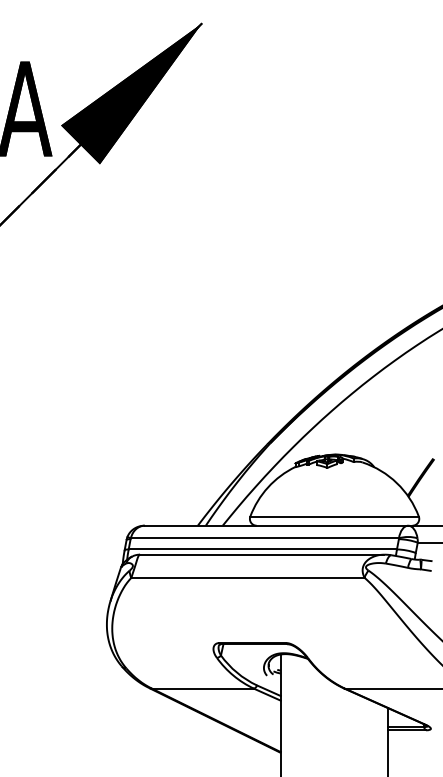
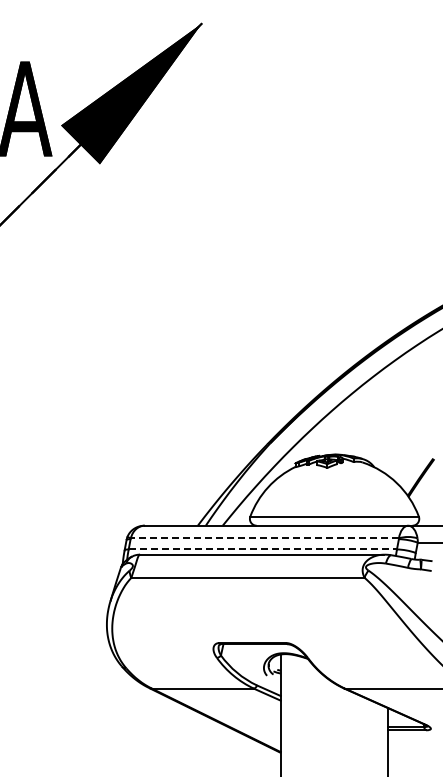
line at (264, 538): solid -> dashed
line at (263, 549): solid -> dashed
